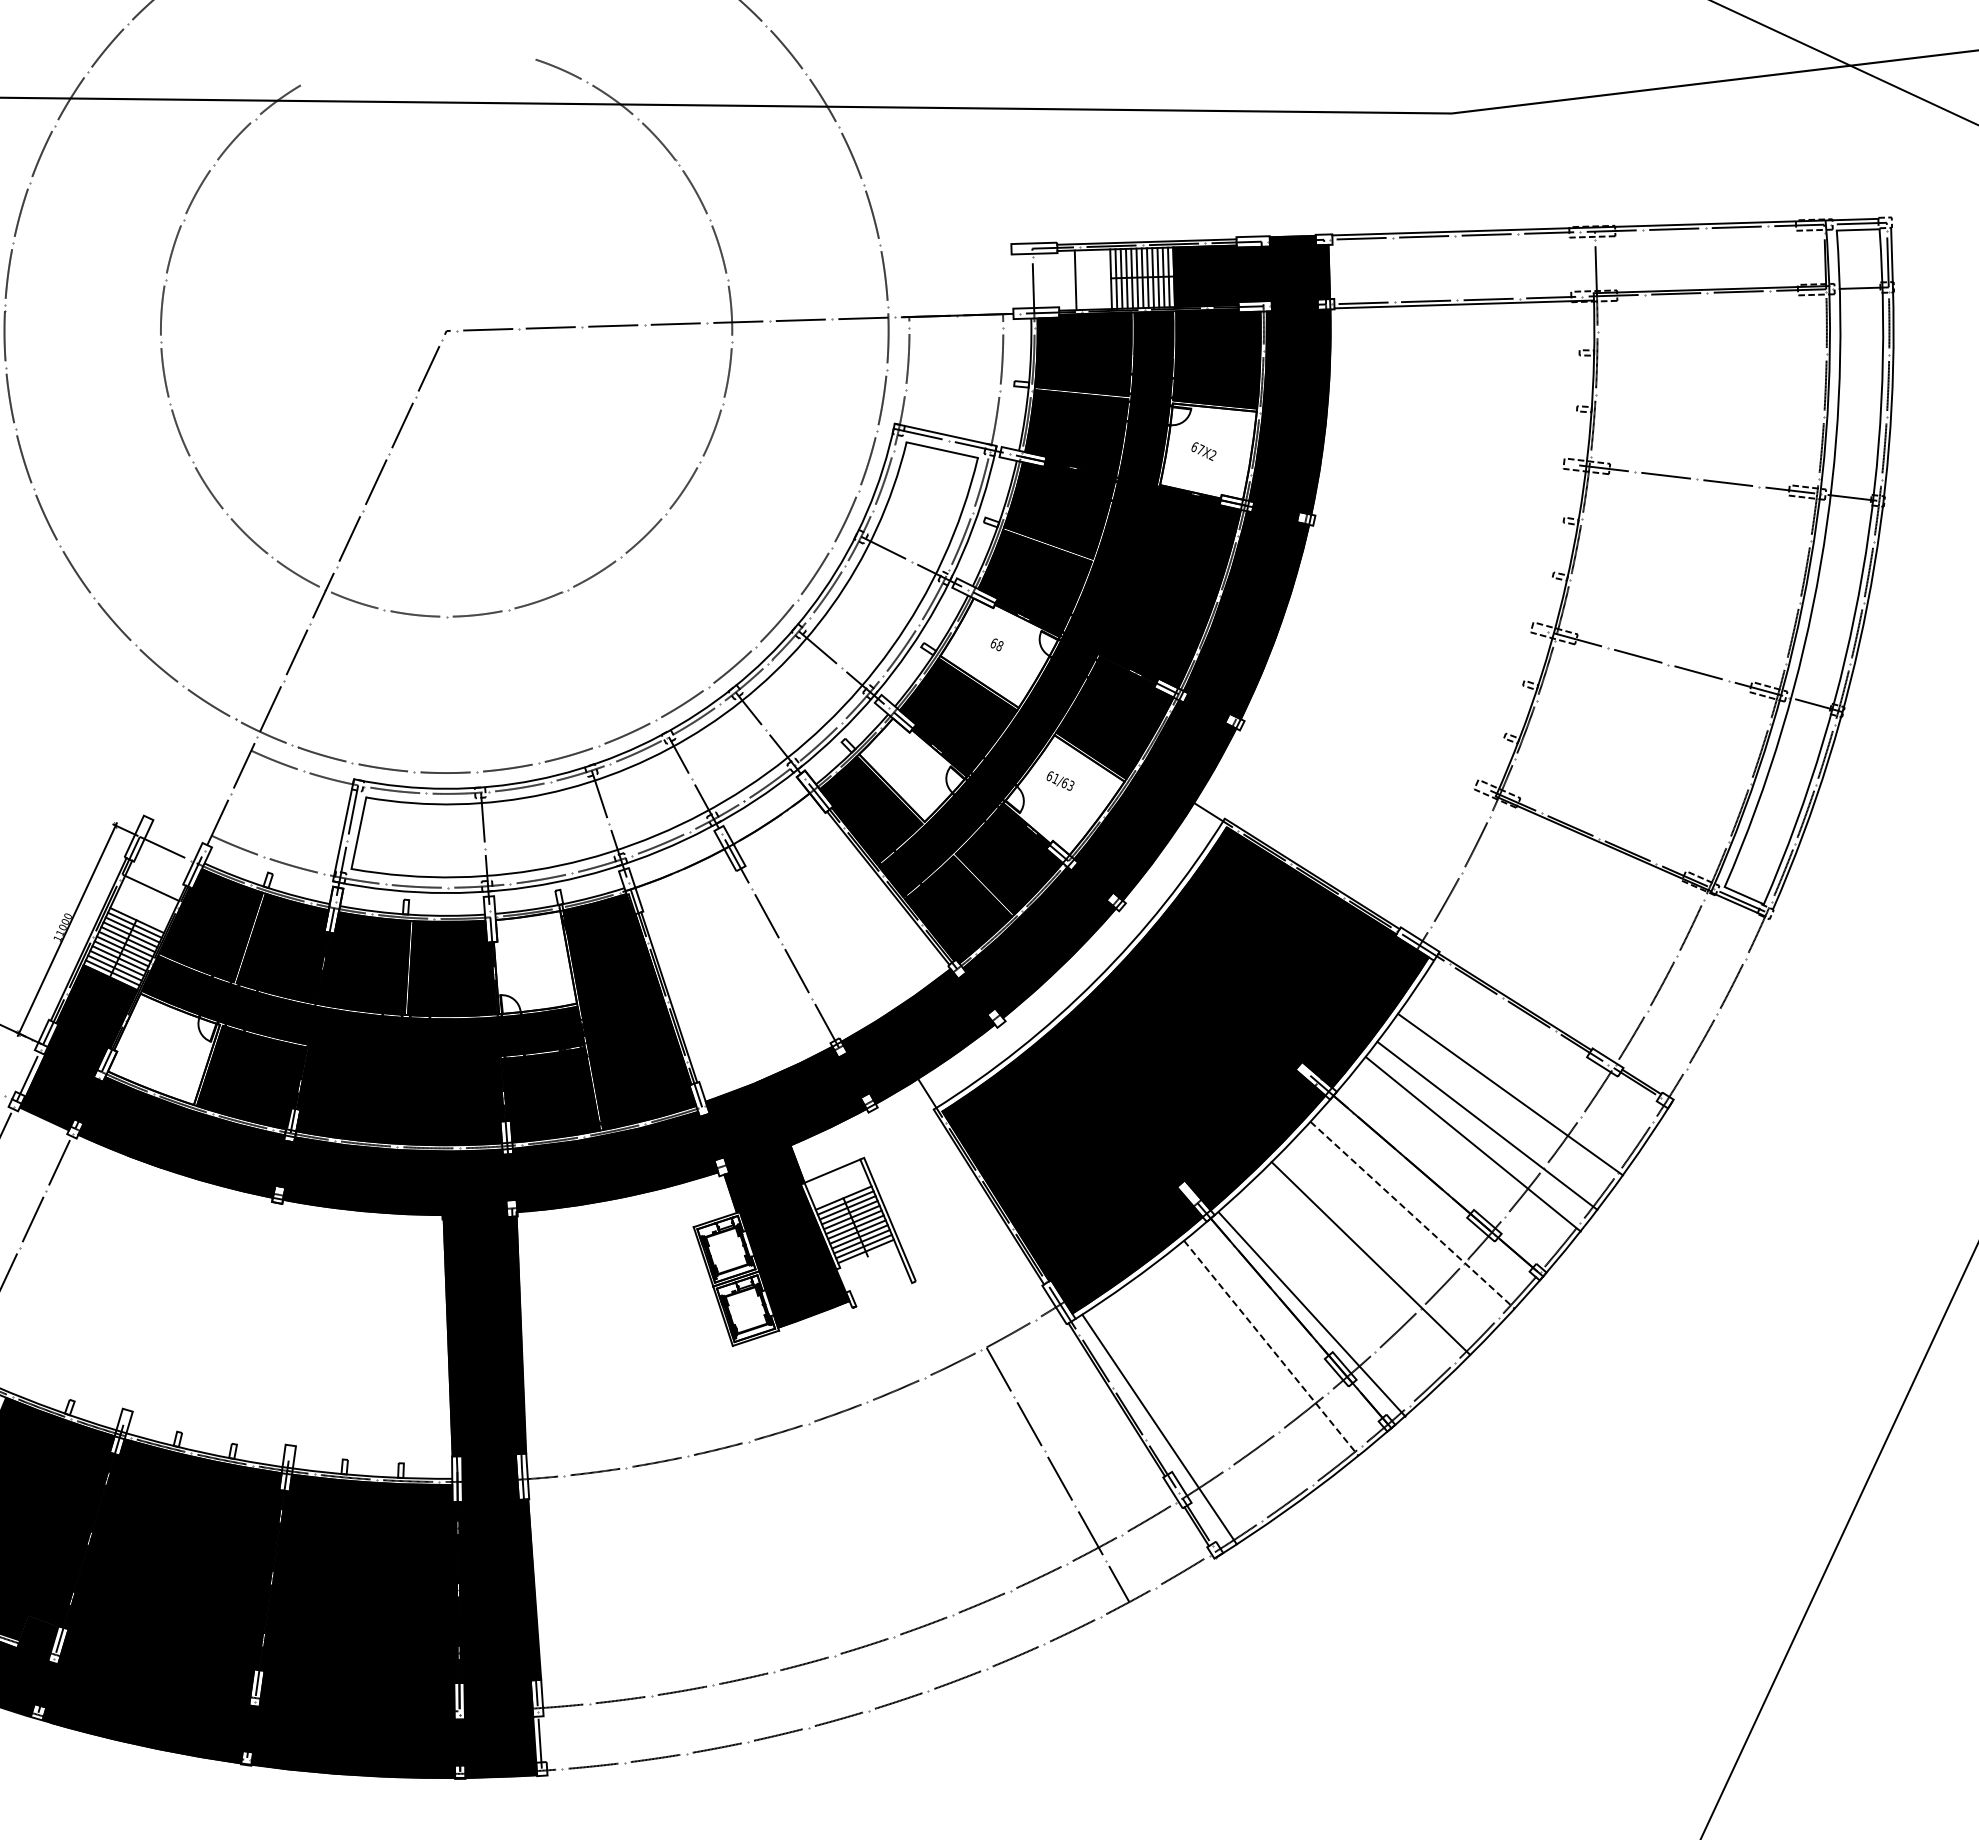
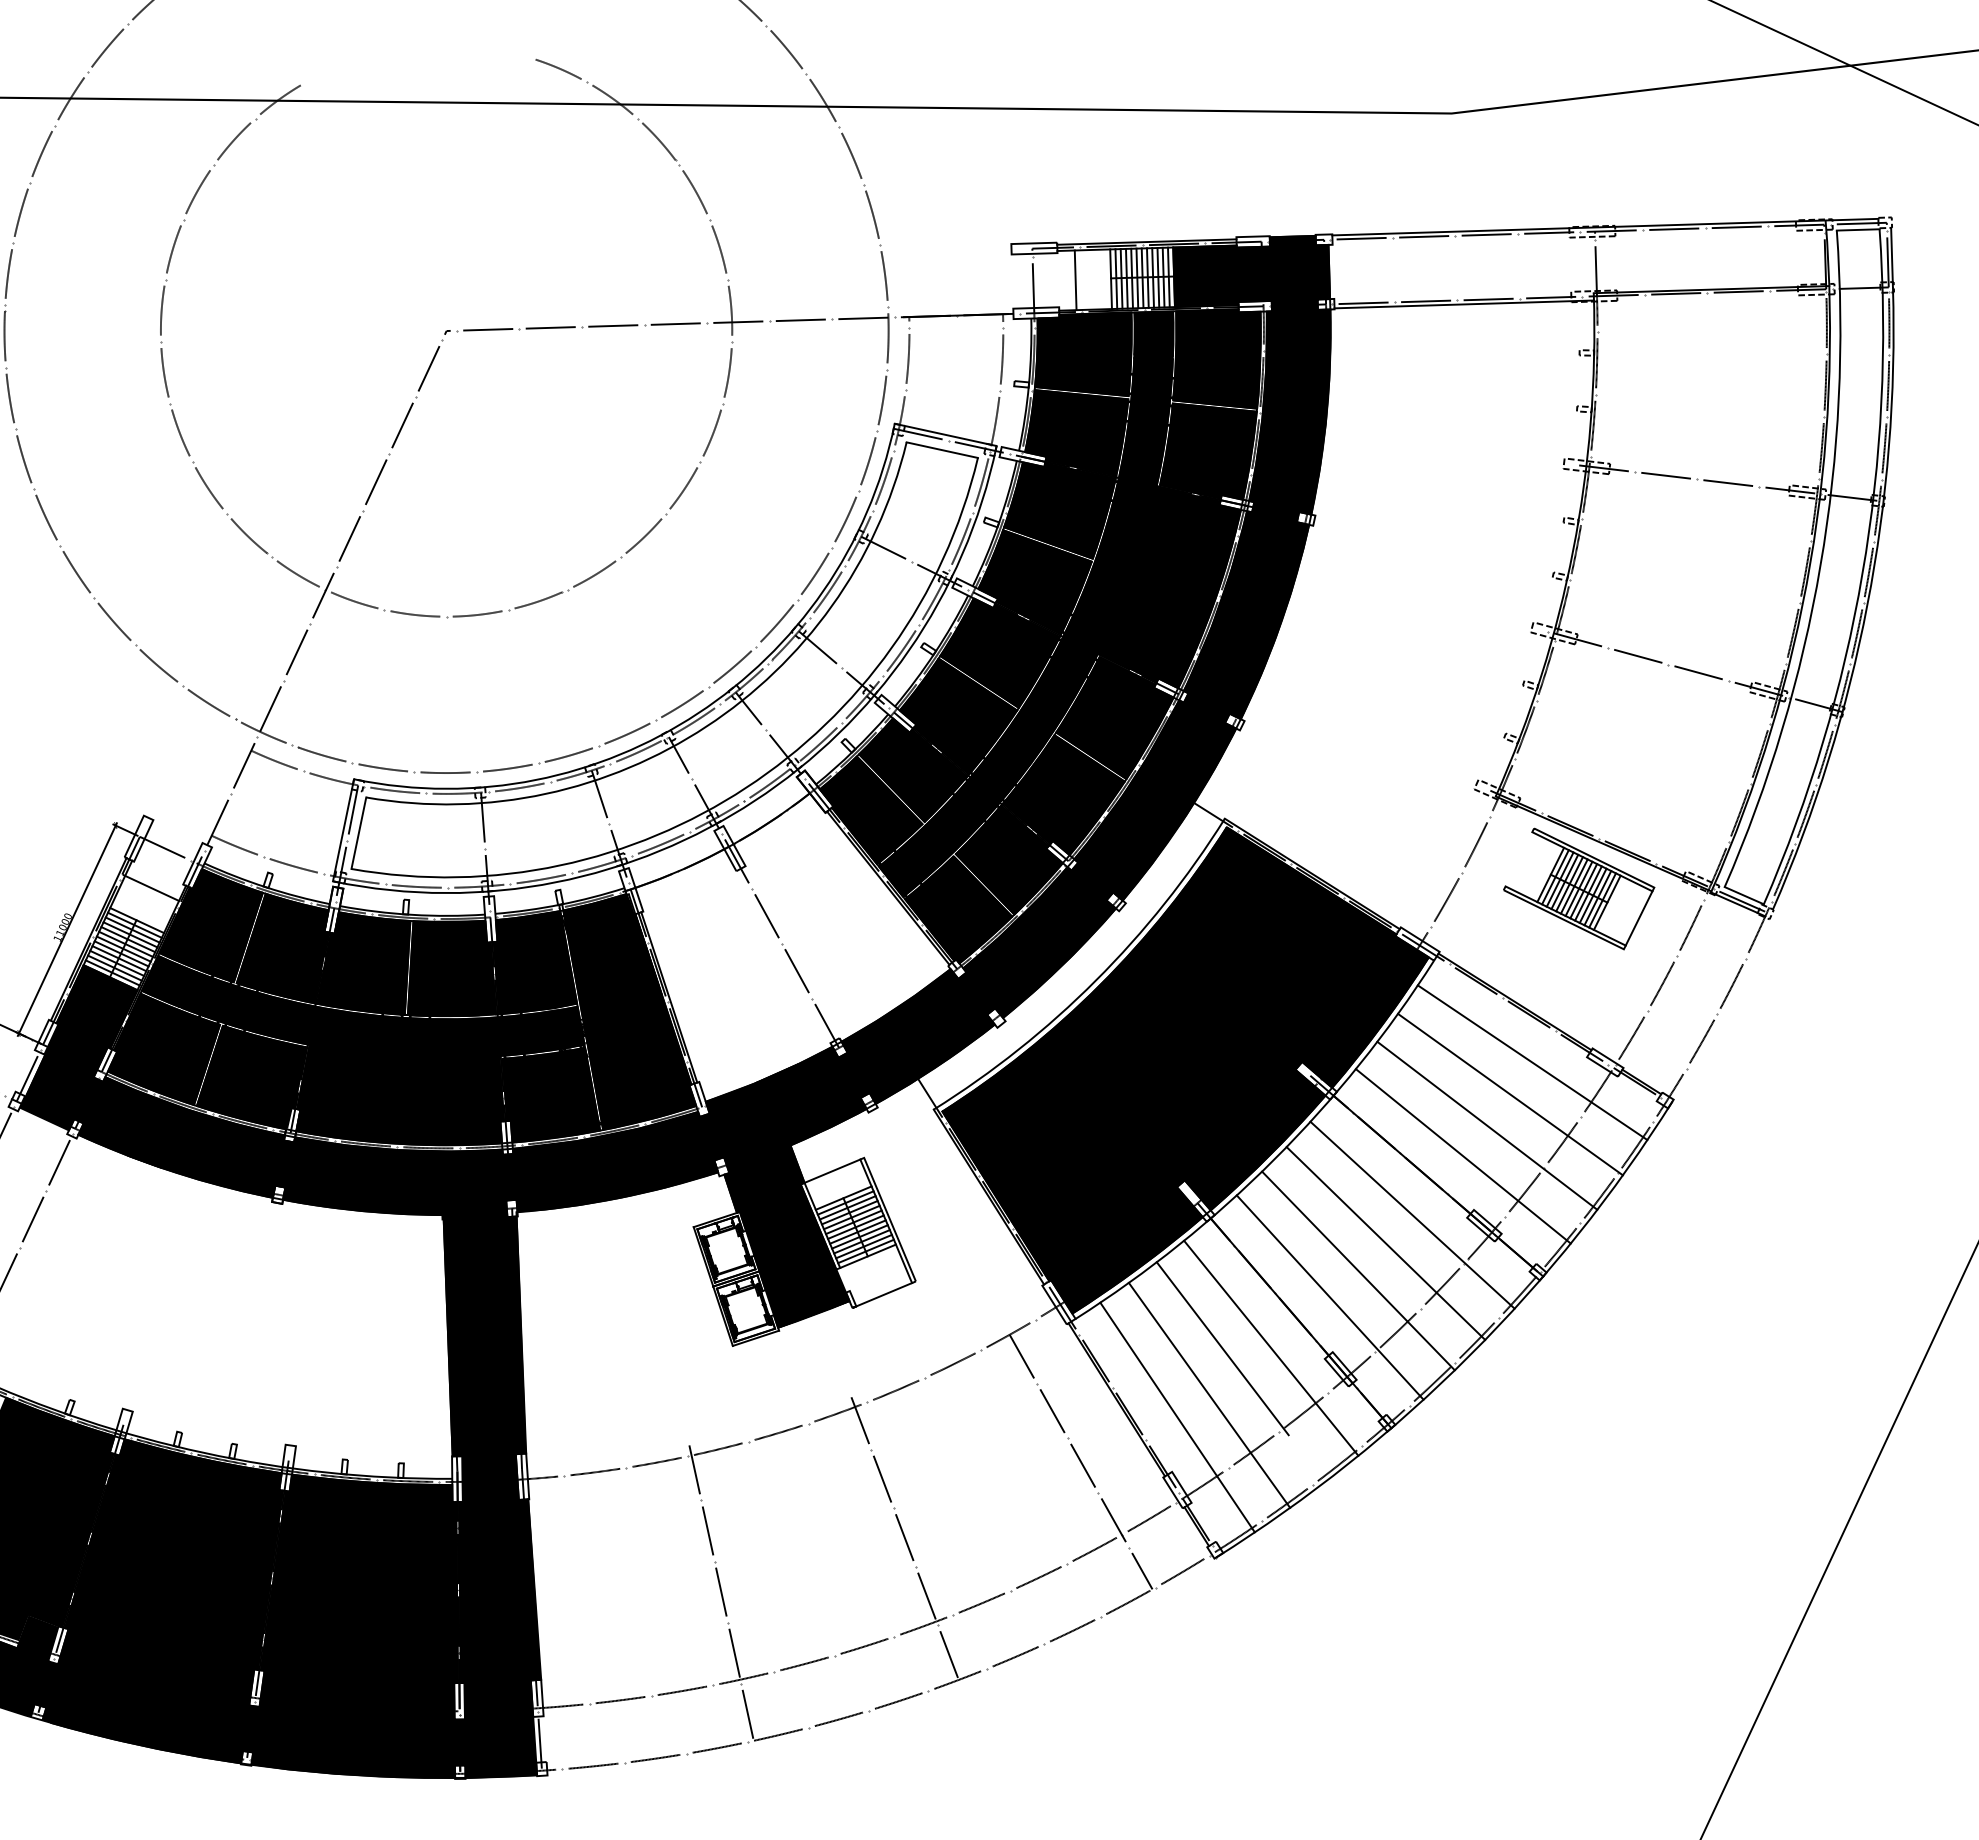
fill at (1208, 451): none -> present
fill at (999, 652): none -> present
fill at (912, 769): none -> present
fill at (1063, 795): none -> present
part at (1579, 888): none -> present
fill at (535, 962): none -> present
fill at (163, 1049): none -> present
line at (1532, 1062): none -> present
line at (1472, 1144) position: (1472, 1144) -> (1462, 1156)
line at (1412, 1215): dashed -> solid
line at (867, 1255): none -> present
line at (1370, 1258) position: (1370, 1258) -> (1385, 1243)
line at (1358, 1270): none -> present
line at (884, 1294): none -> present
line at (1311, 1314) position: (1311, 1314) -> (1329, 1297)
line at (1222, 1348): none -> present
line at (1271, 1348): dashed -> solid
line at (1209, 1394): none -> present
line at (1159, 1429) position: (1159, 1429) -> (1177, 1417)
line at (1057, 1474) position: (1057, 1474) -> (1080, 1461)
line at (904, 1538): none -> present
line at (721, 1592): none -> present
